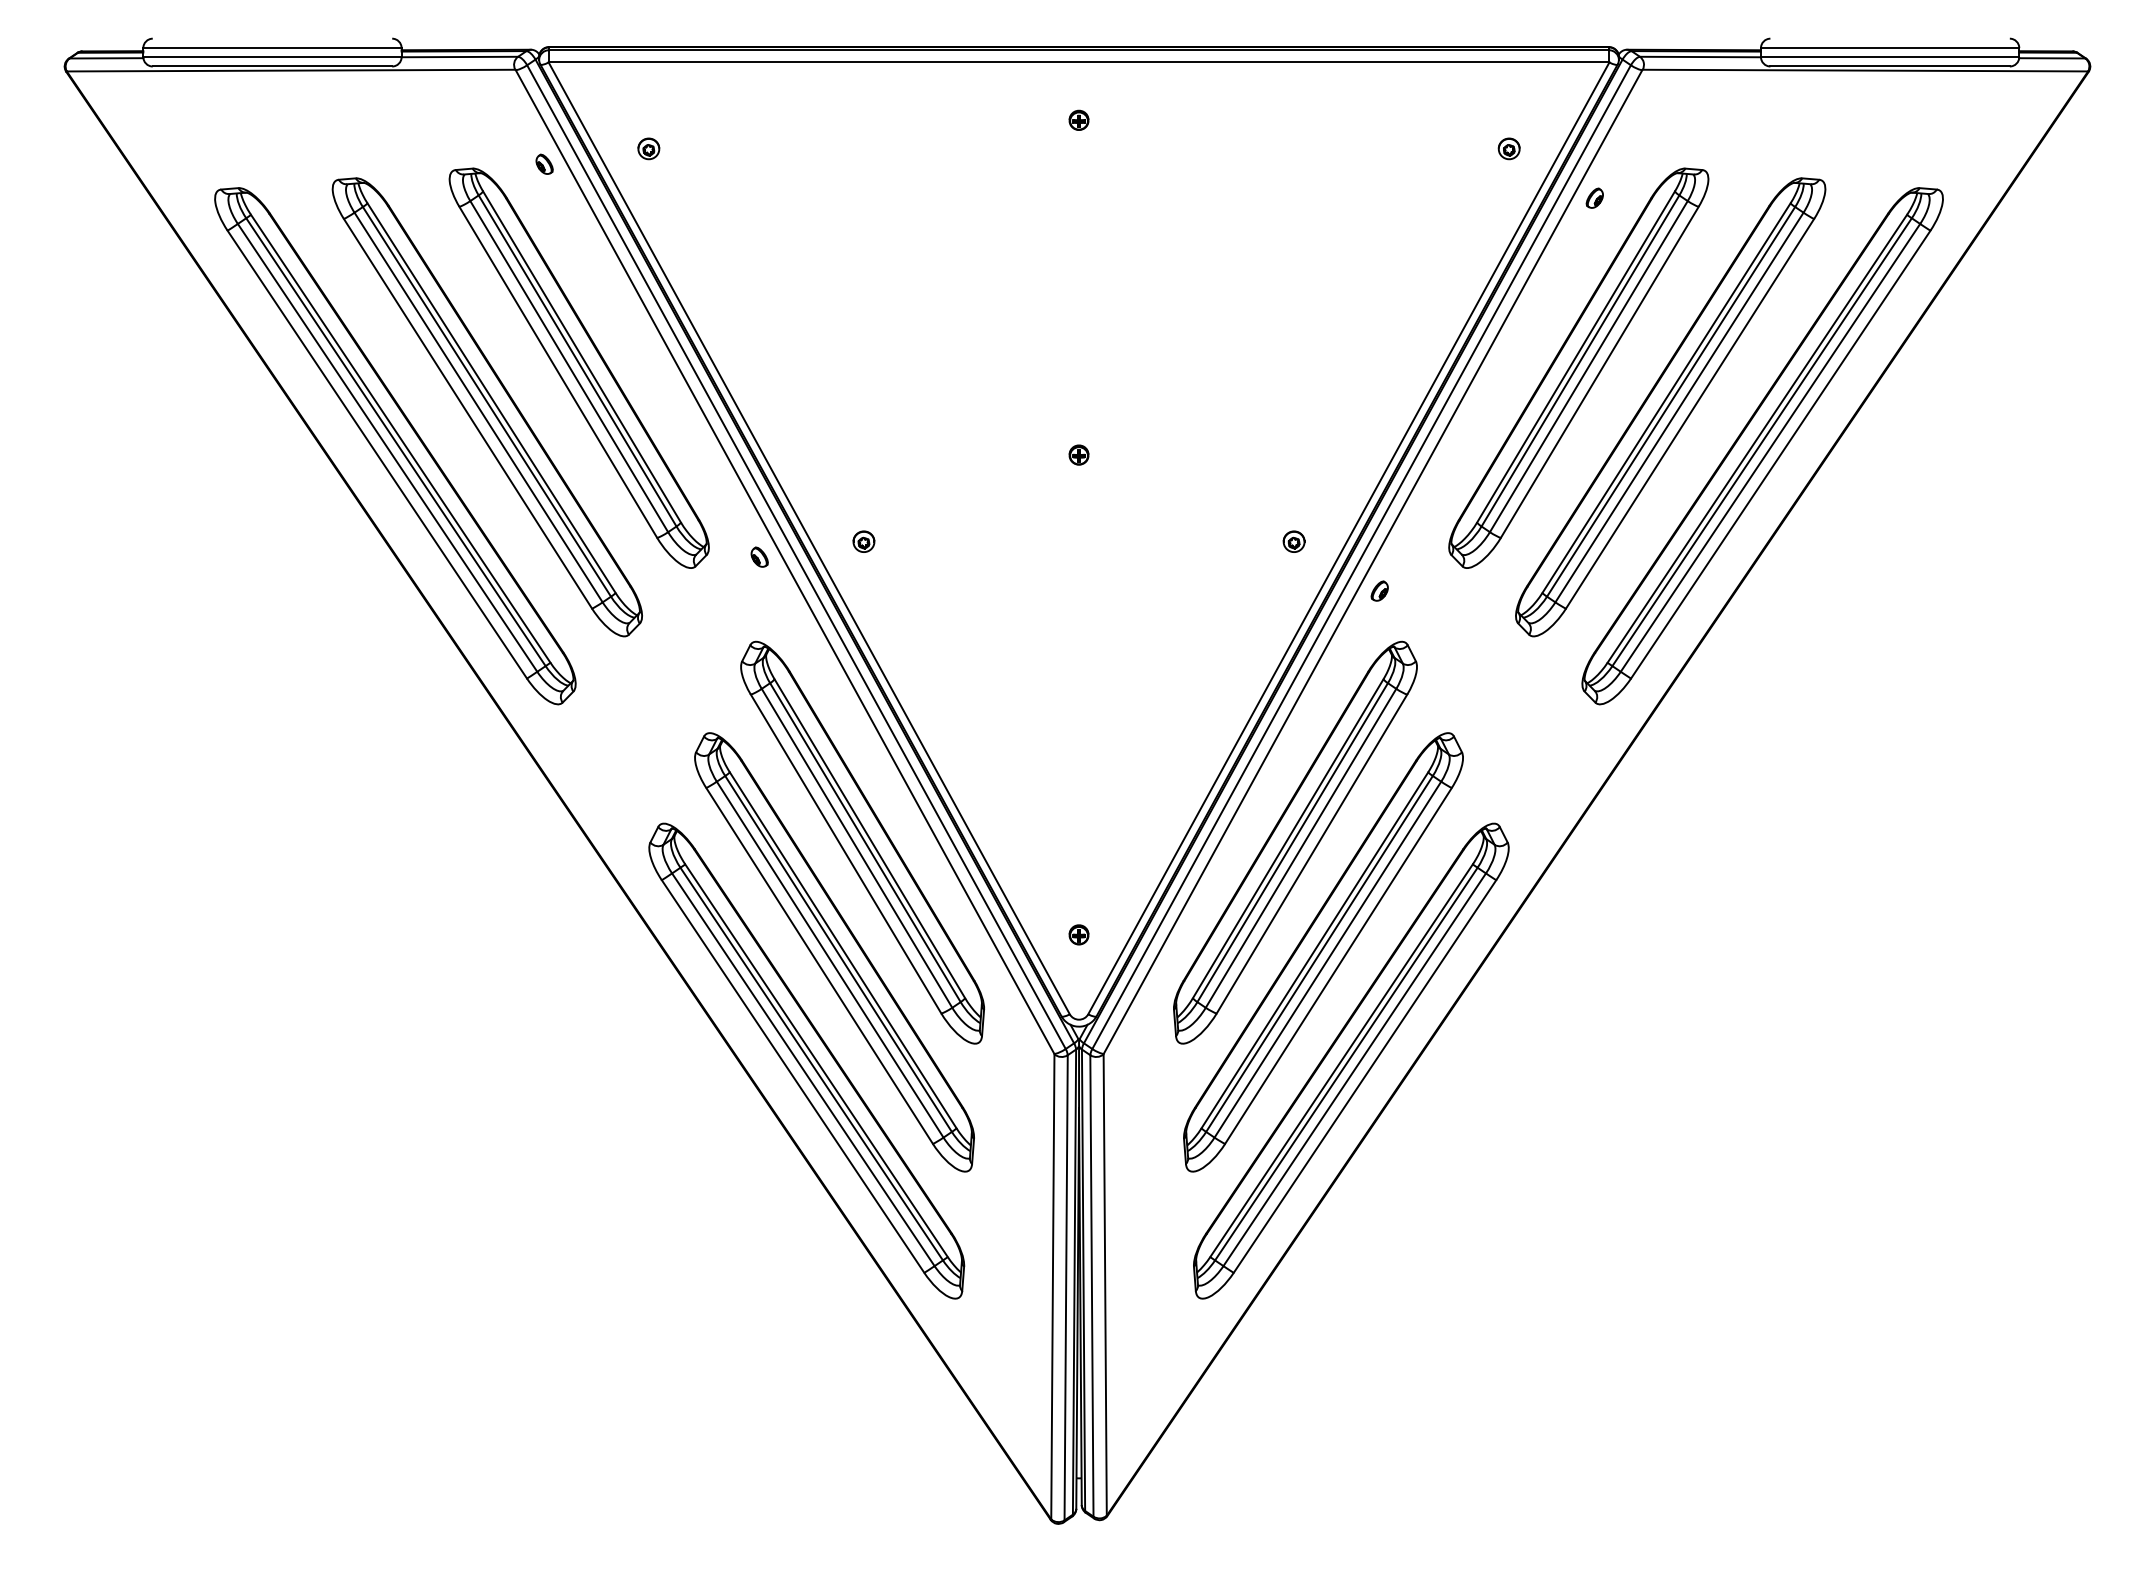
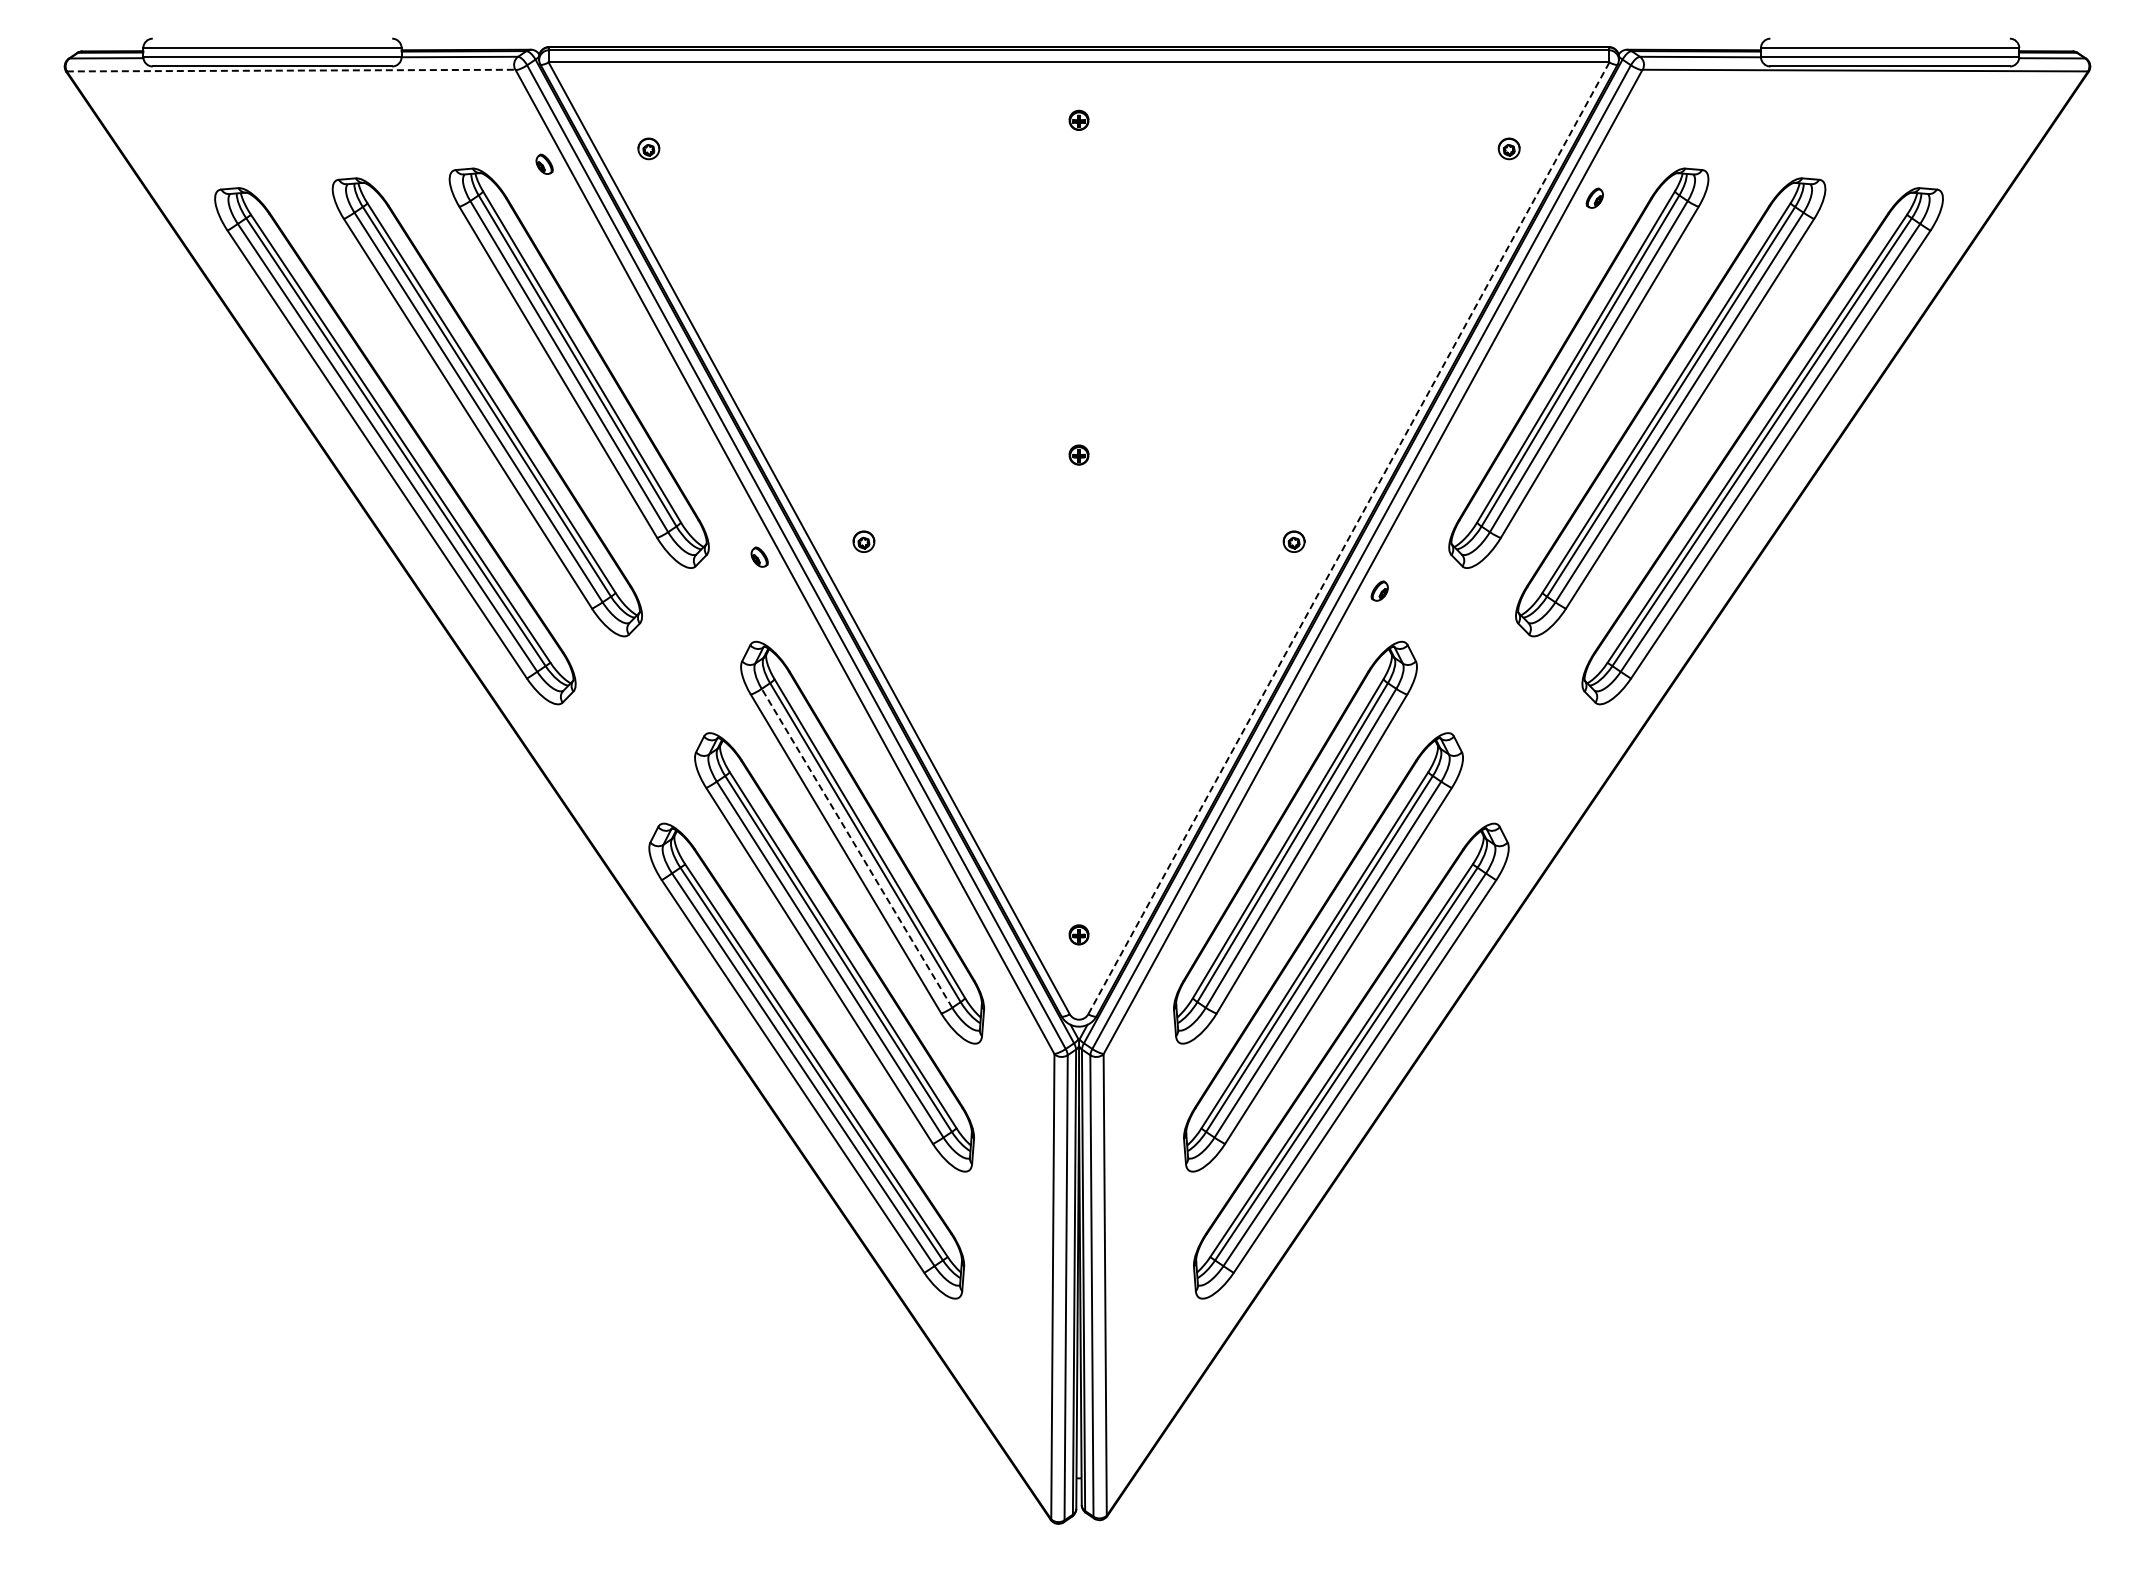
line at (291, 70): solid -> dashed
line at (1348, 538): solid -> dashed
line at (857, 848): solid -> dashed
